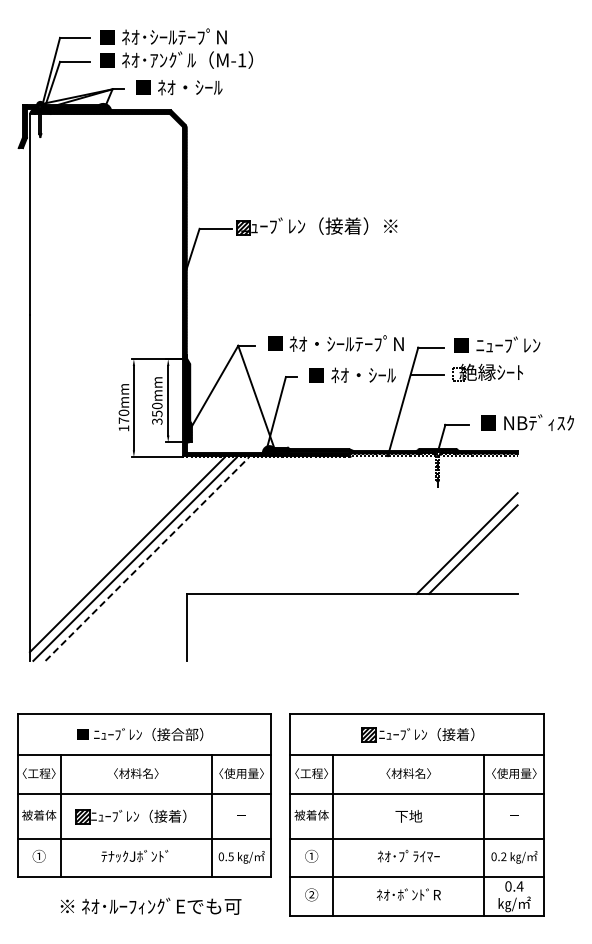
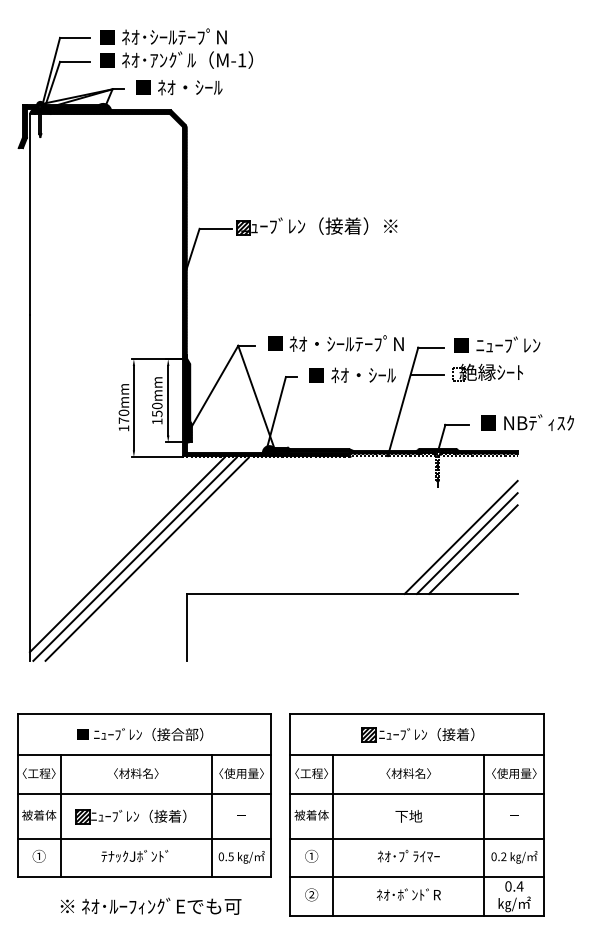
text at (157, 421): 350mm -> 150mm
line at (460, 536): none -> present
line at (147, 559): dashed -> solid
